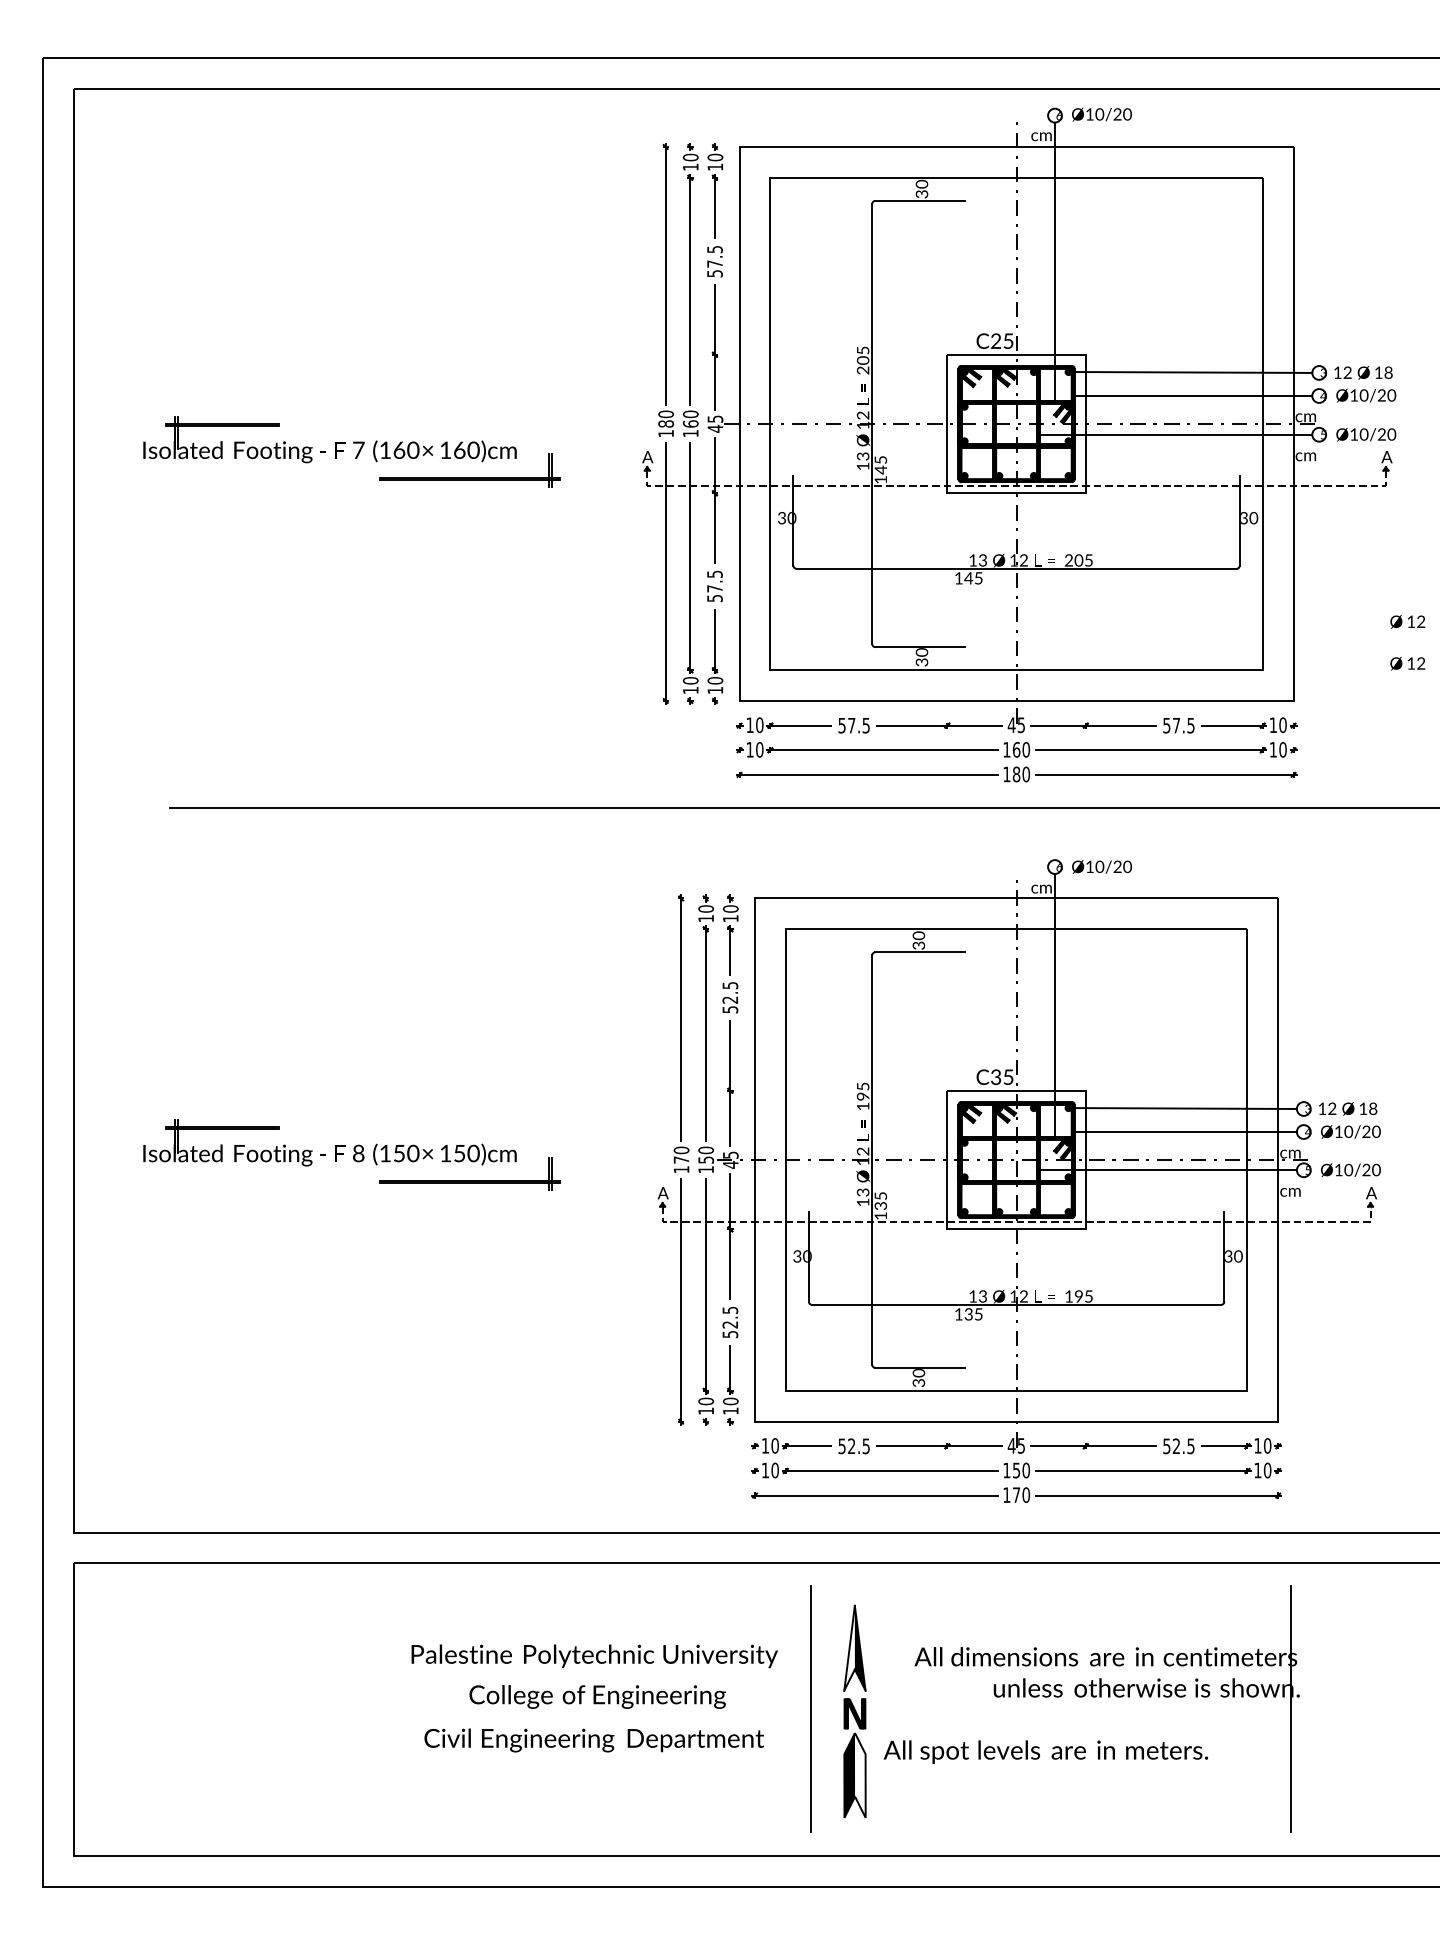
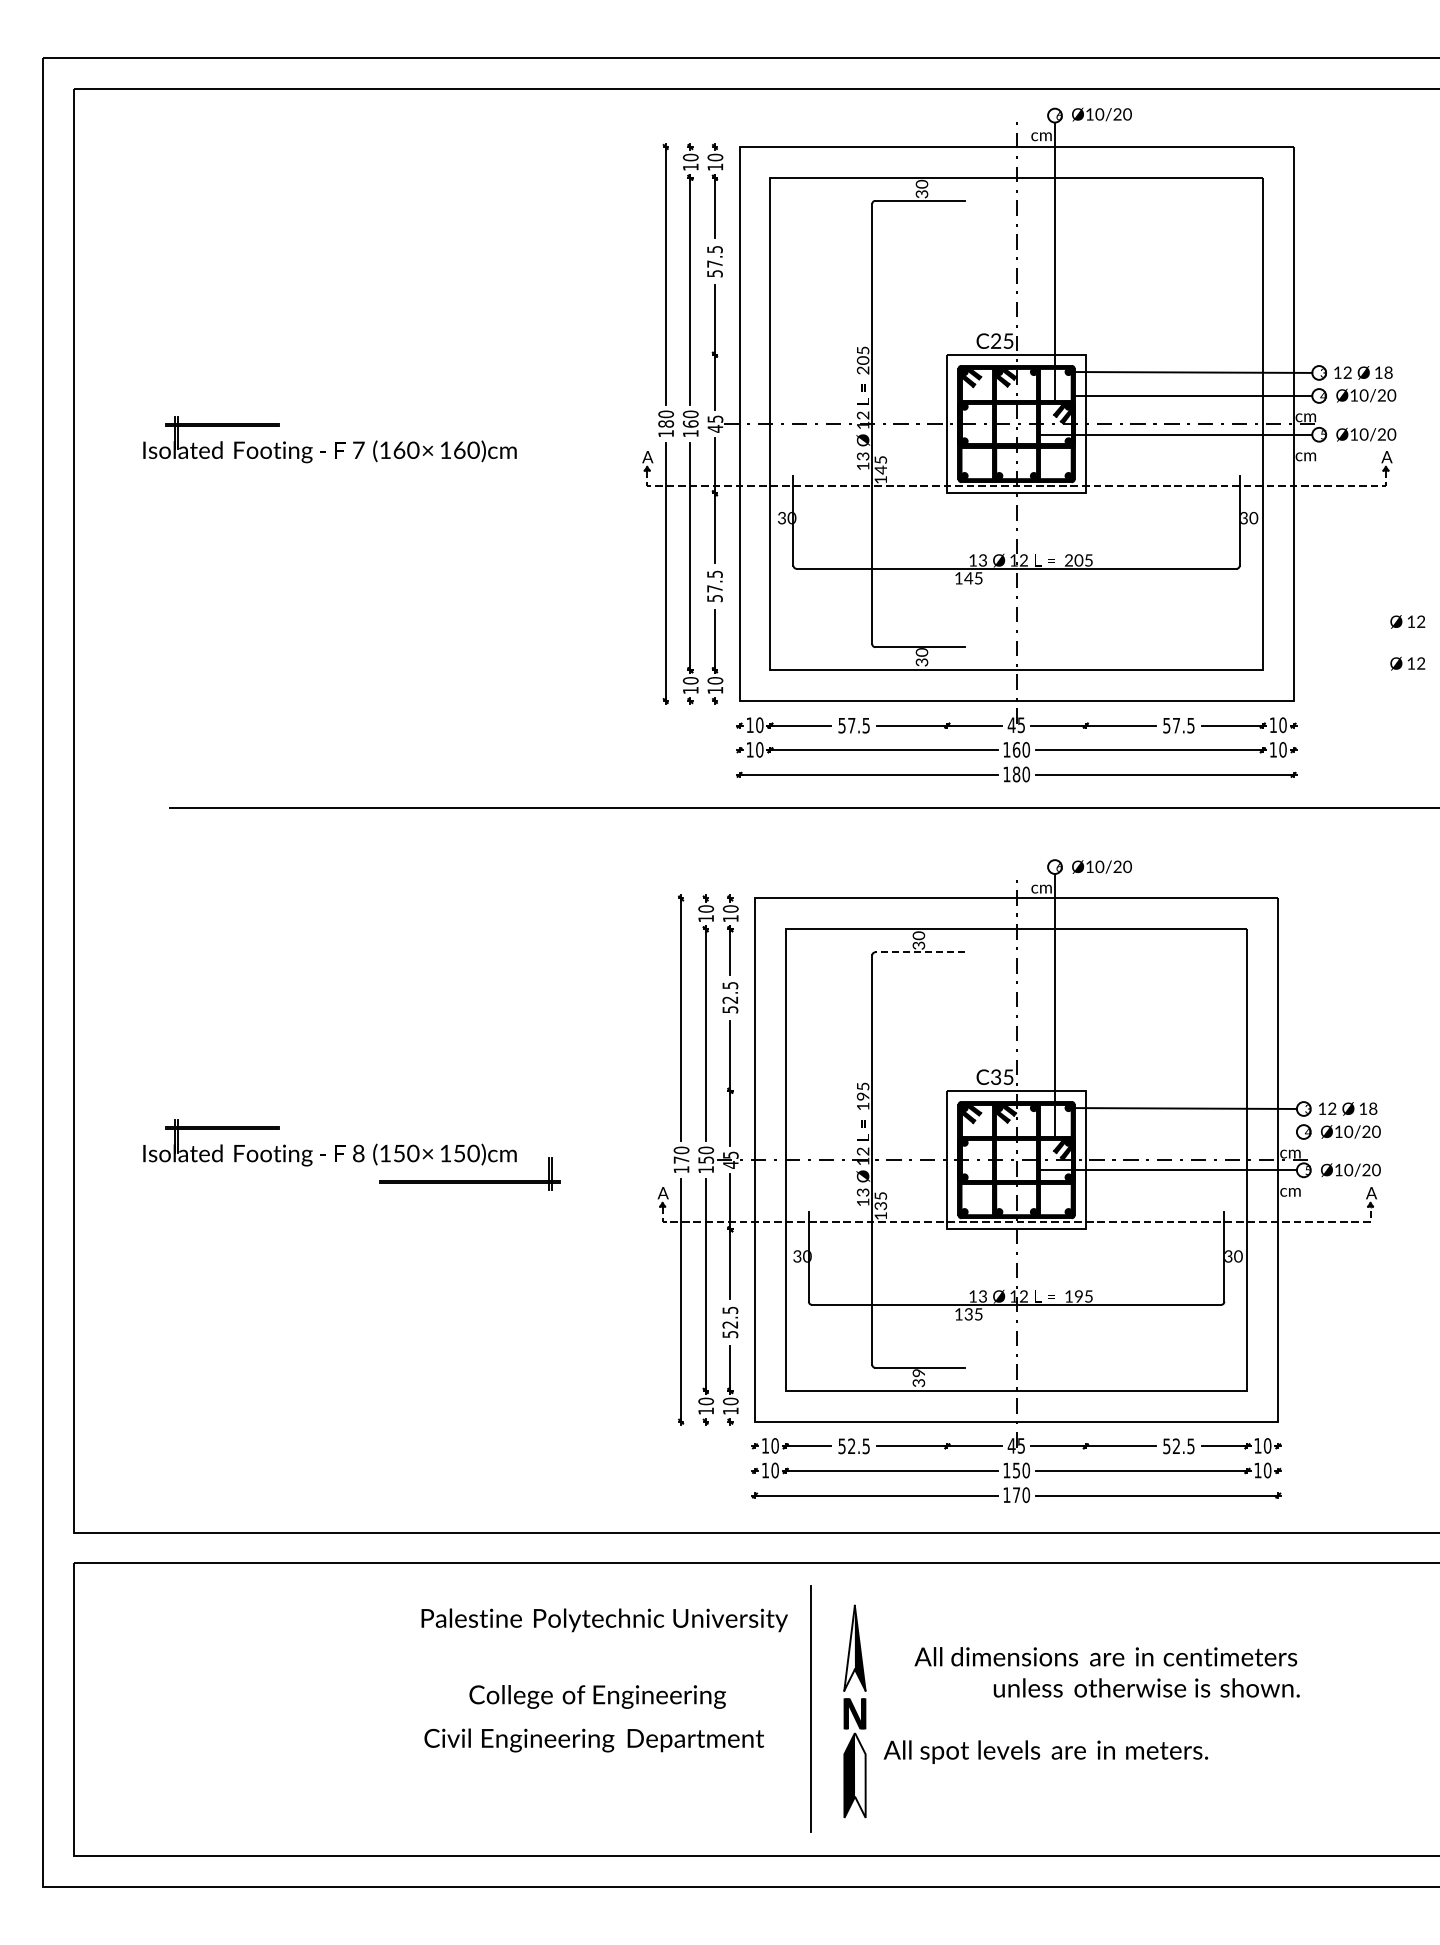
part at (469, 477): present -> none
line at (919, 952): solid -> dashed
line at (1185, 1132): present -> none
text at (919, 1373): 30 -> 39
text at (594, 1656) position: (594, 1656) -> (604, 1620)
line at (1291, 1708): present -> none
